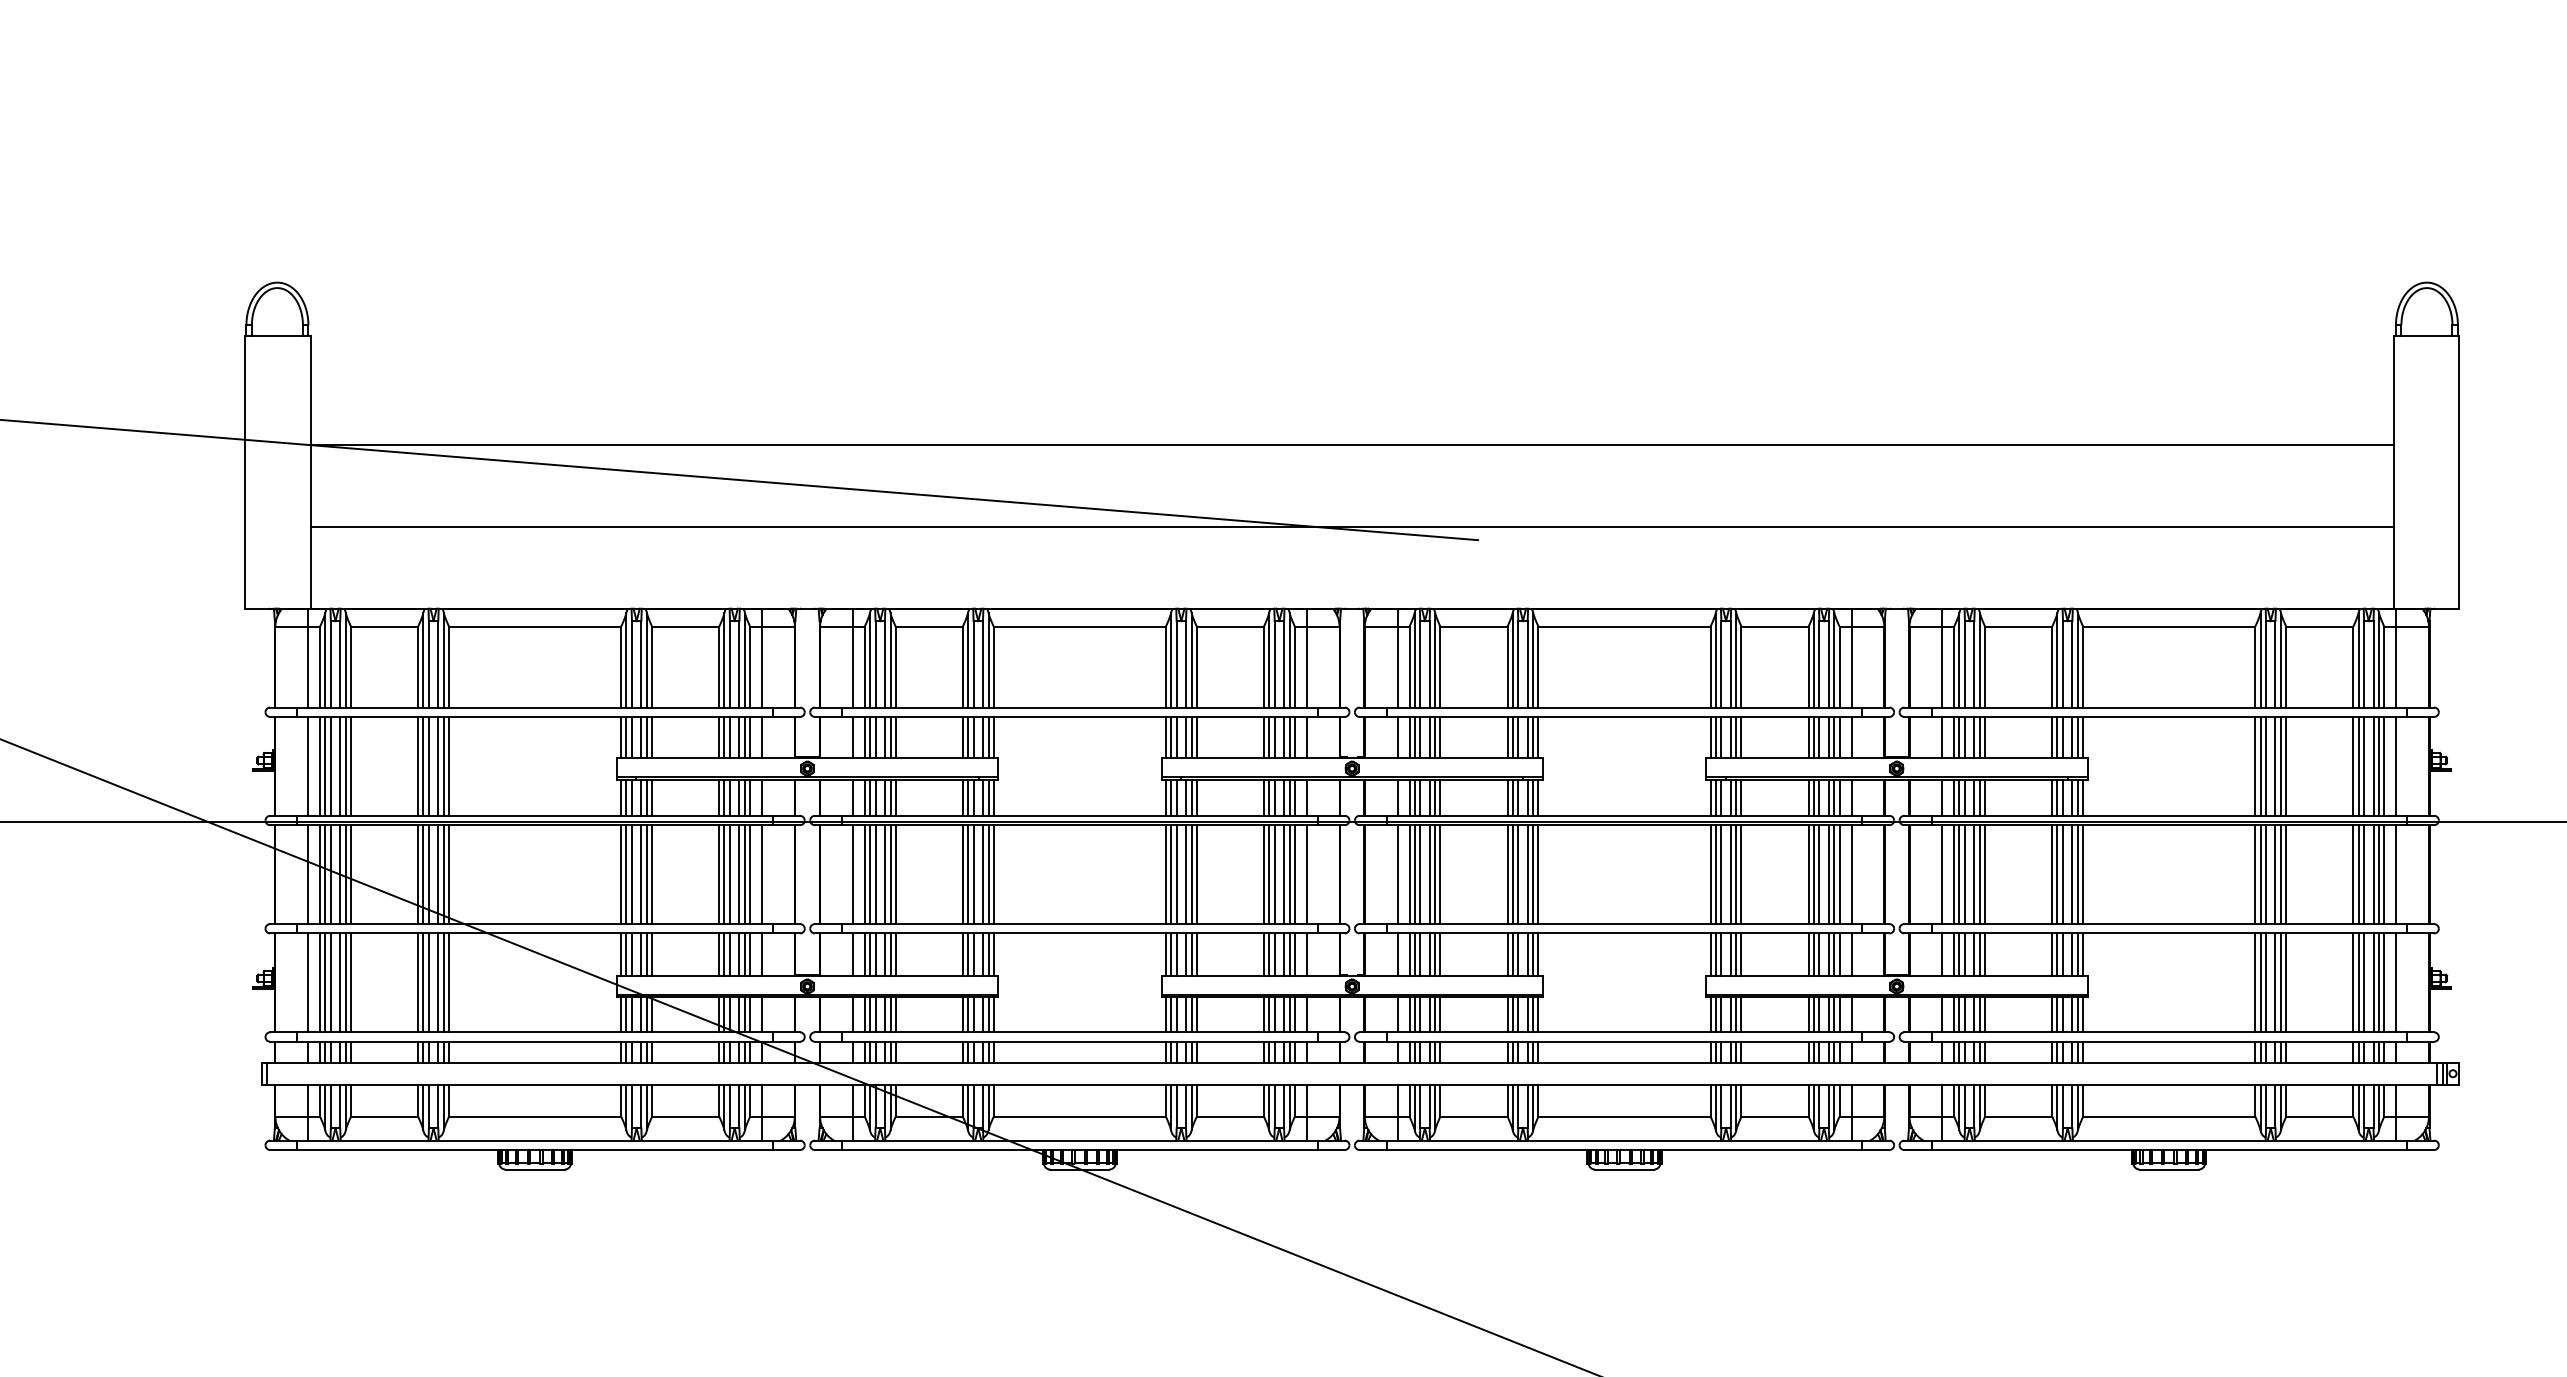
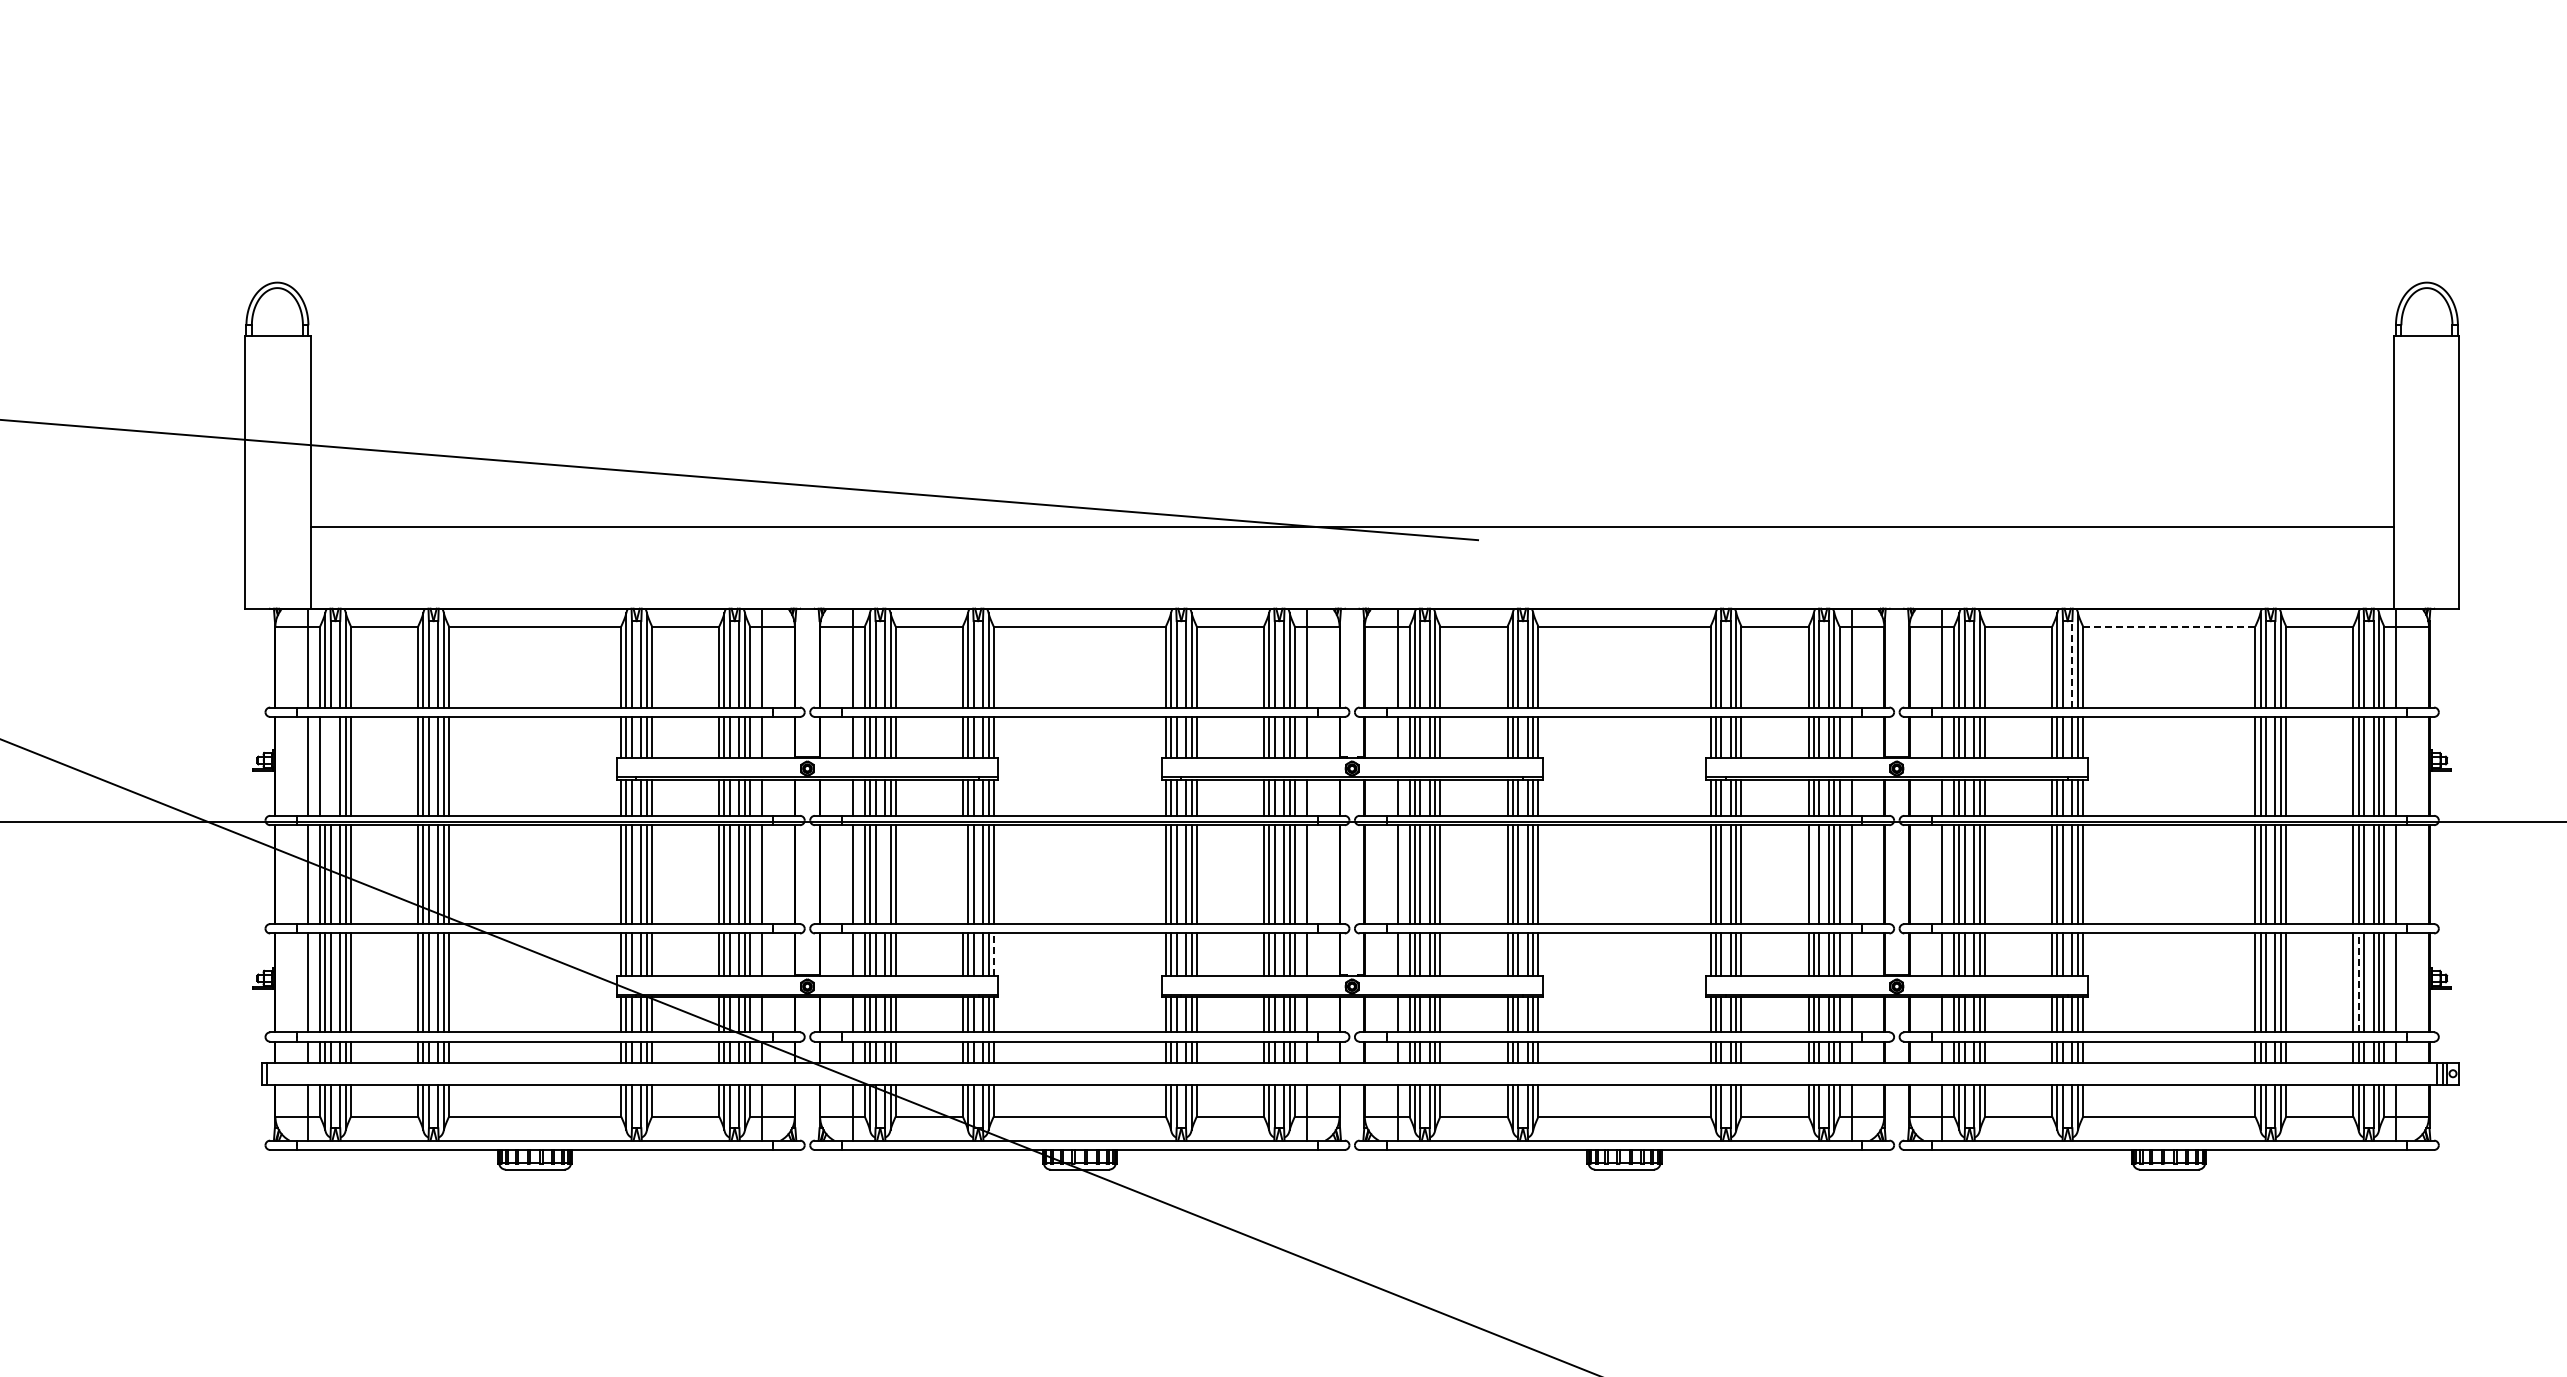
line at (1351, 445): present -> none
line at (2168, 626): solid -> dashed
line at (2072, 663): solid -> dashed
line at (325, 765): present -> none
line at (330, 765): present -> none
line at (884, 874): present -> none
line at (962, 874): present -> none
line at (1813, 874): present -> none
line at (993, 954): solid -> dashed
line at (2358, 982): solid -> dashed
